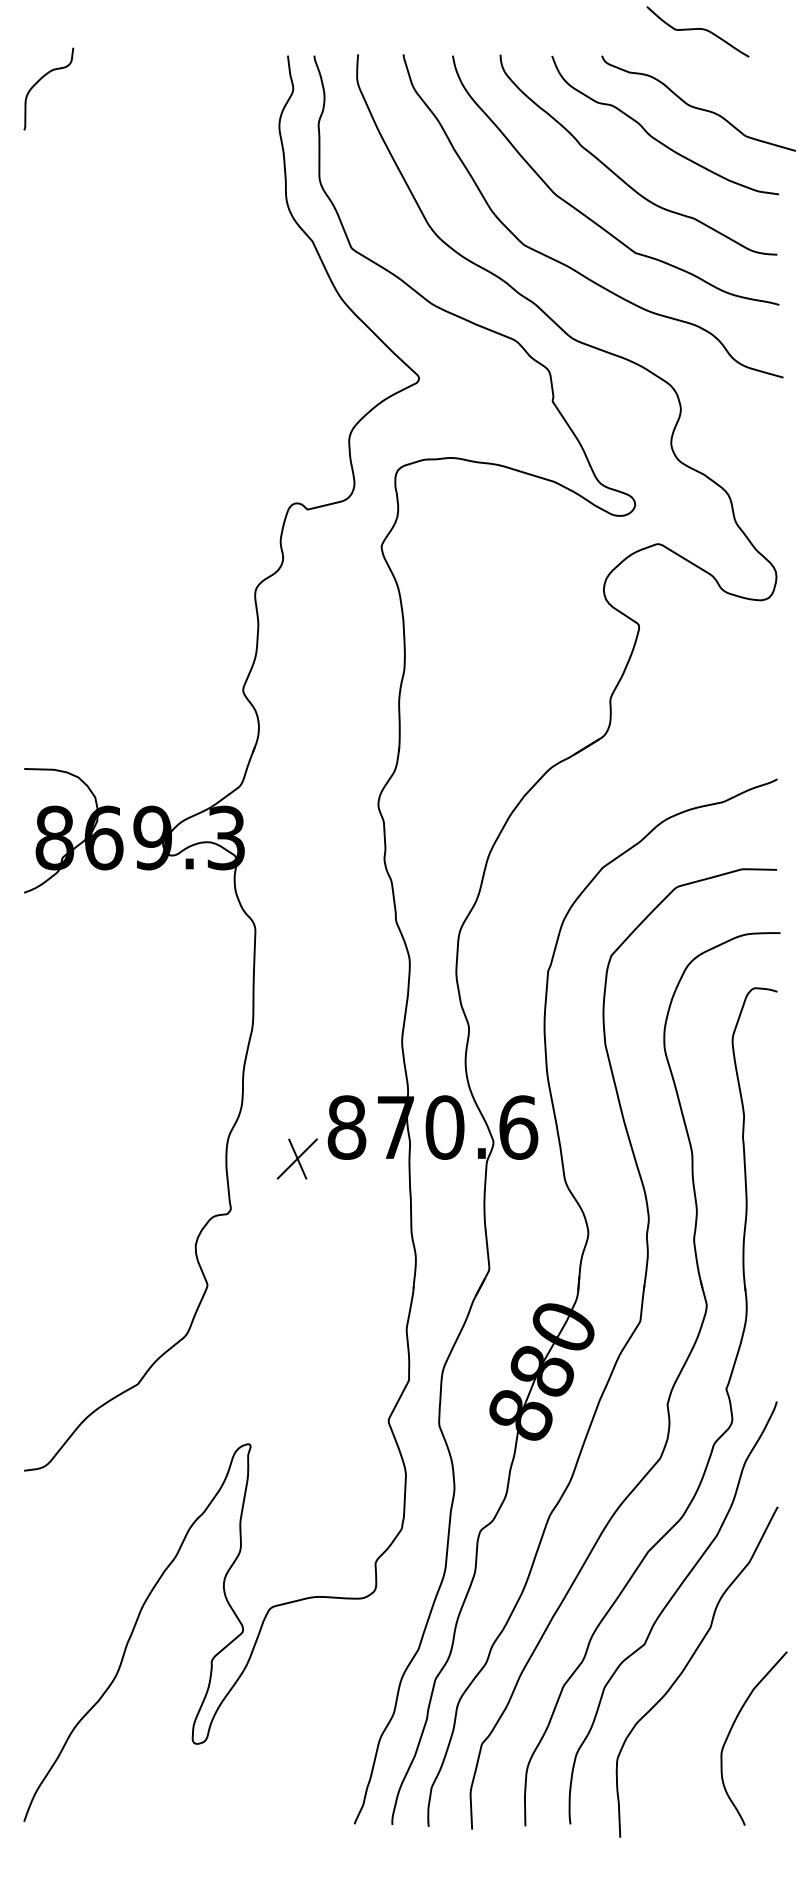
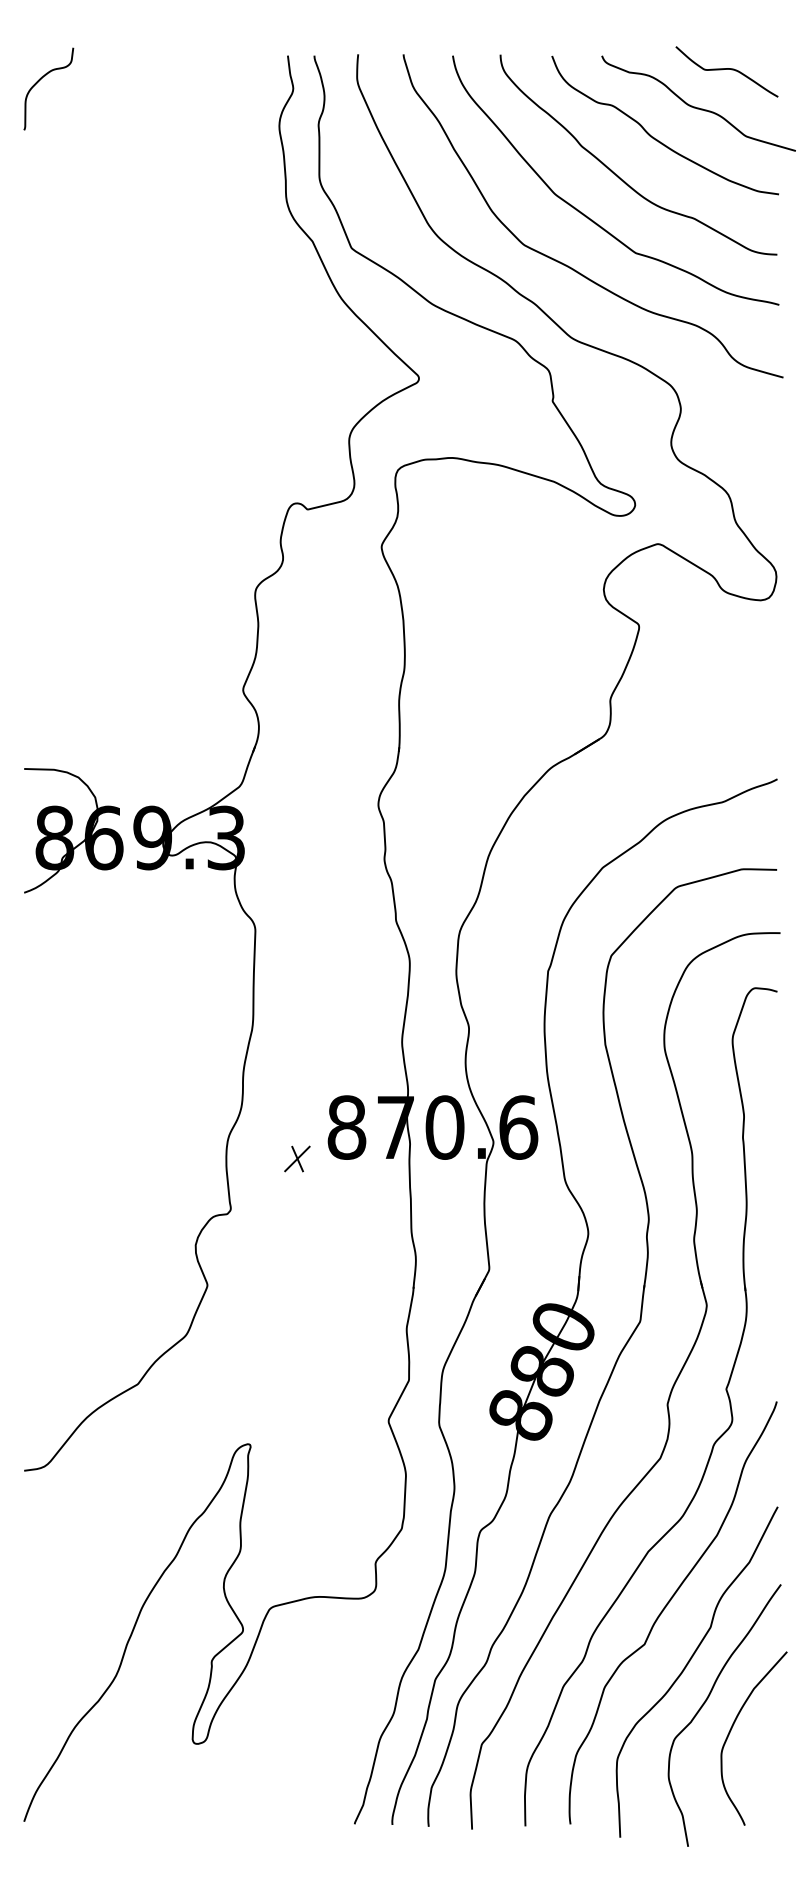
curve at (697, 29) position: (697, 29) -> (726, 69)
part at (296, 1158) size: 42x42 px -> 27x28 px
curve at (705, 1703): none -> present
